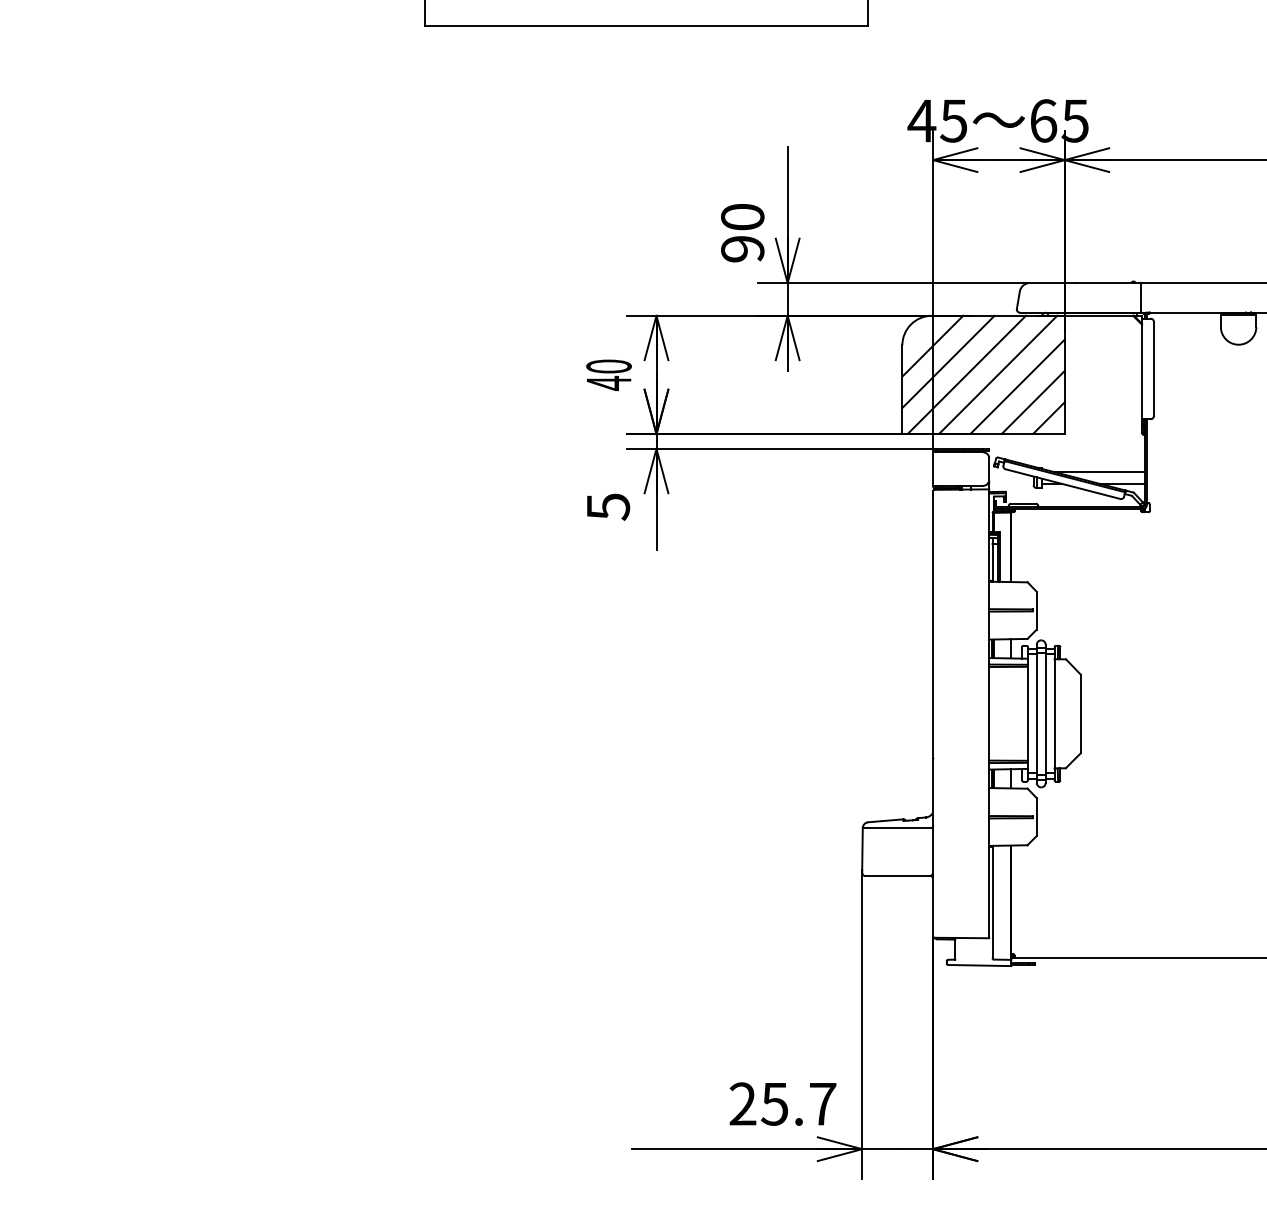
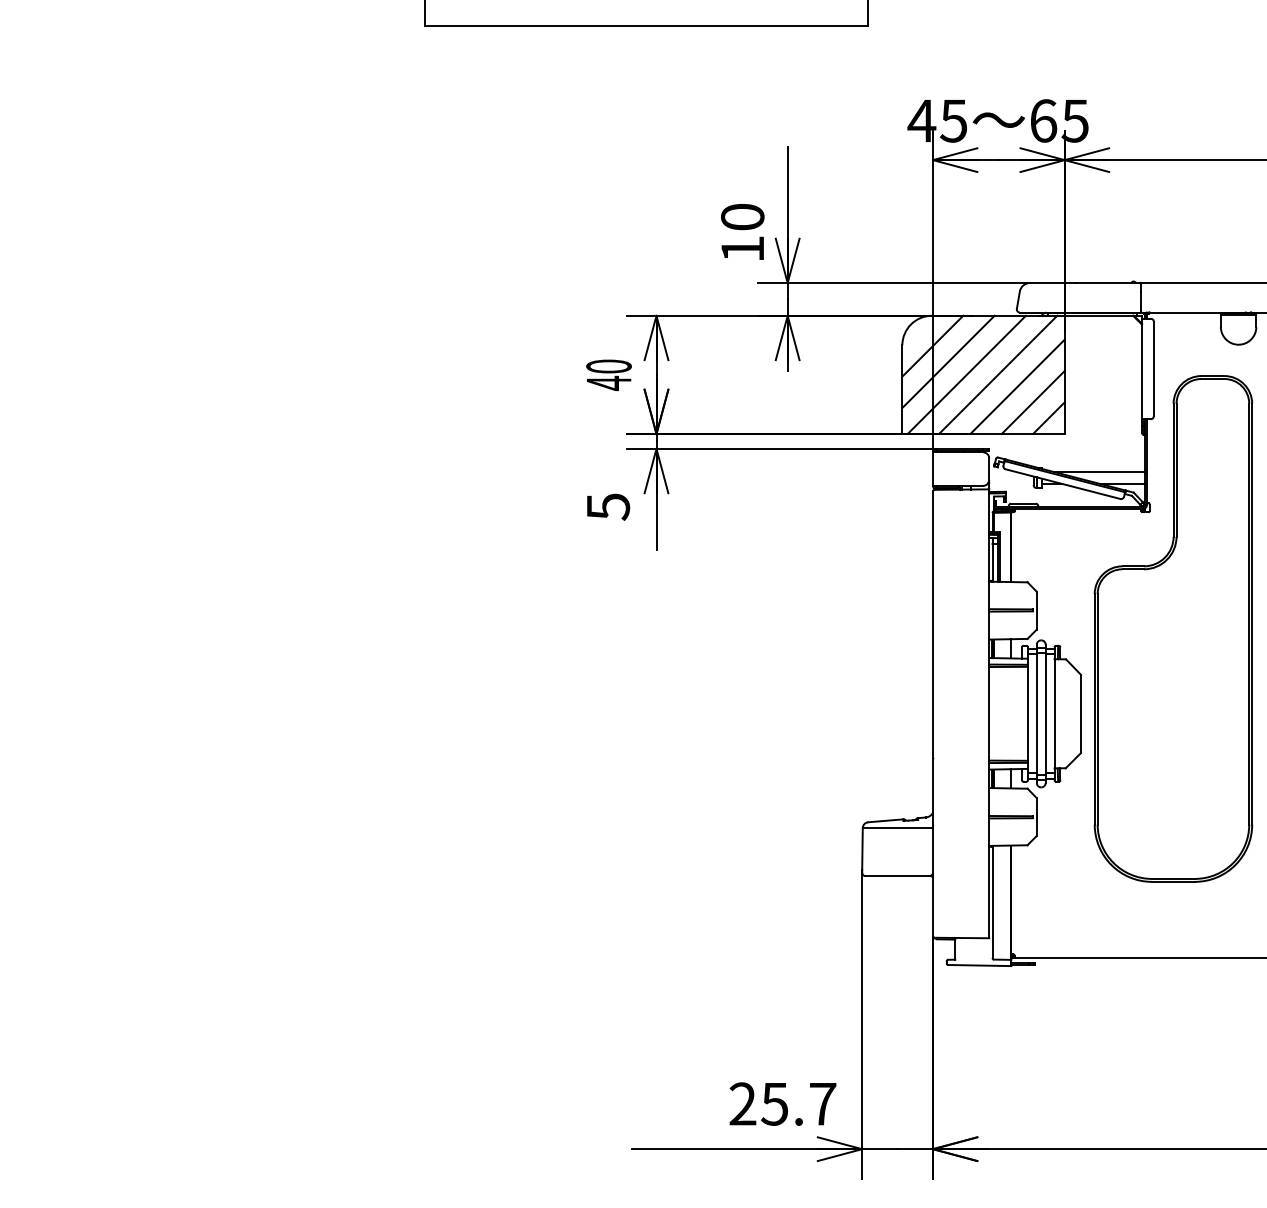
text at (742, 249): 90 -> 10
part at (1173, 628): none -> present
